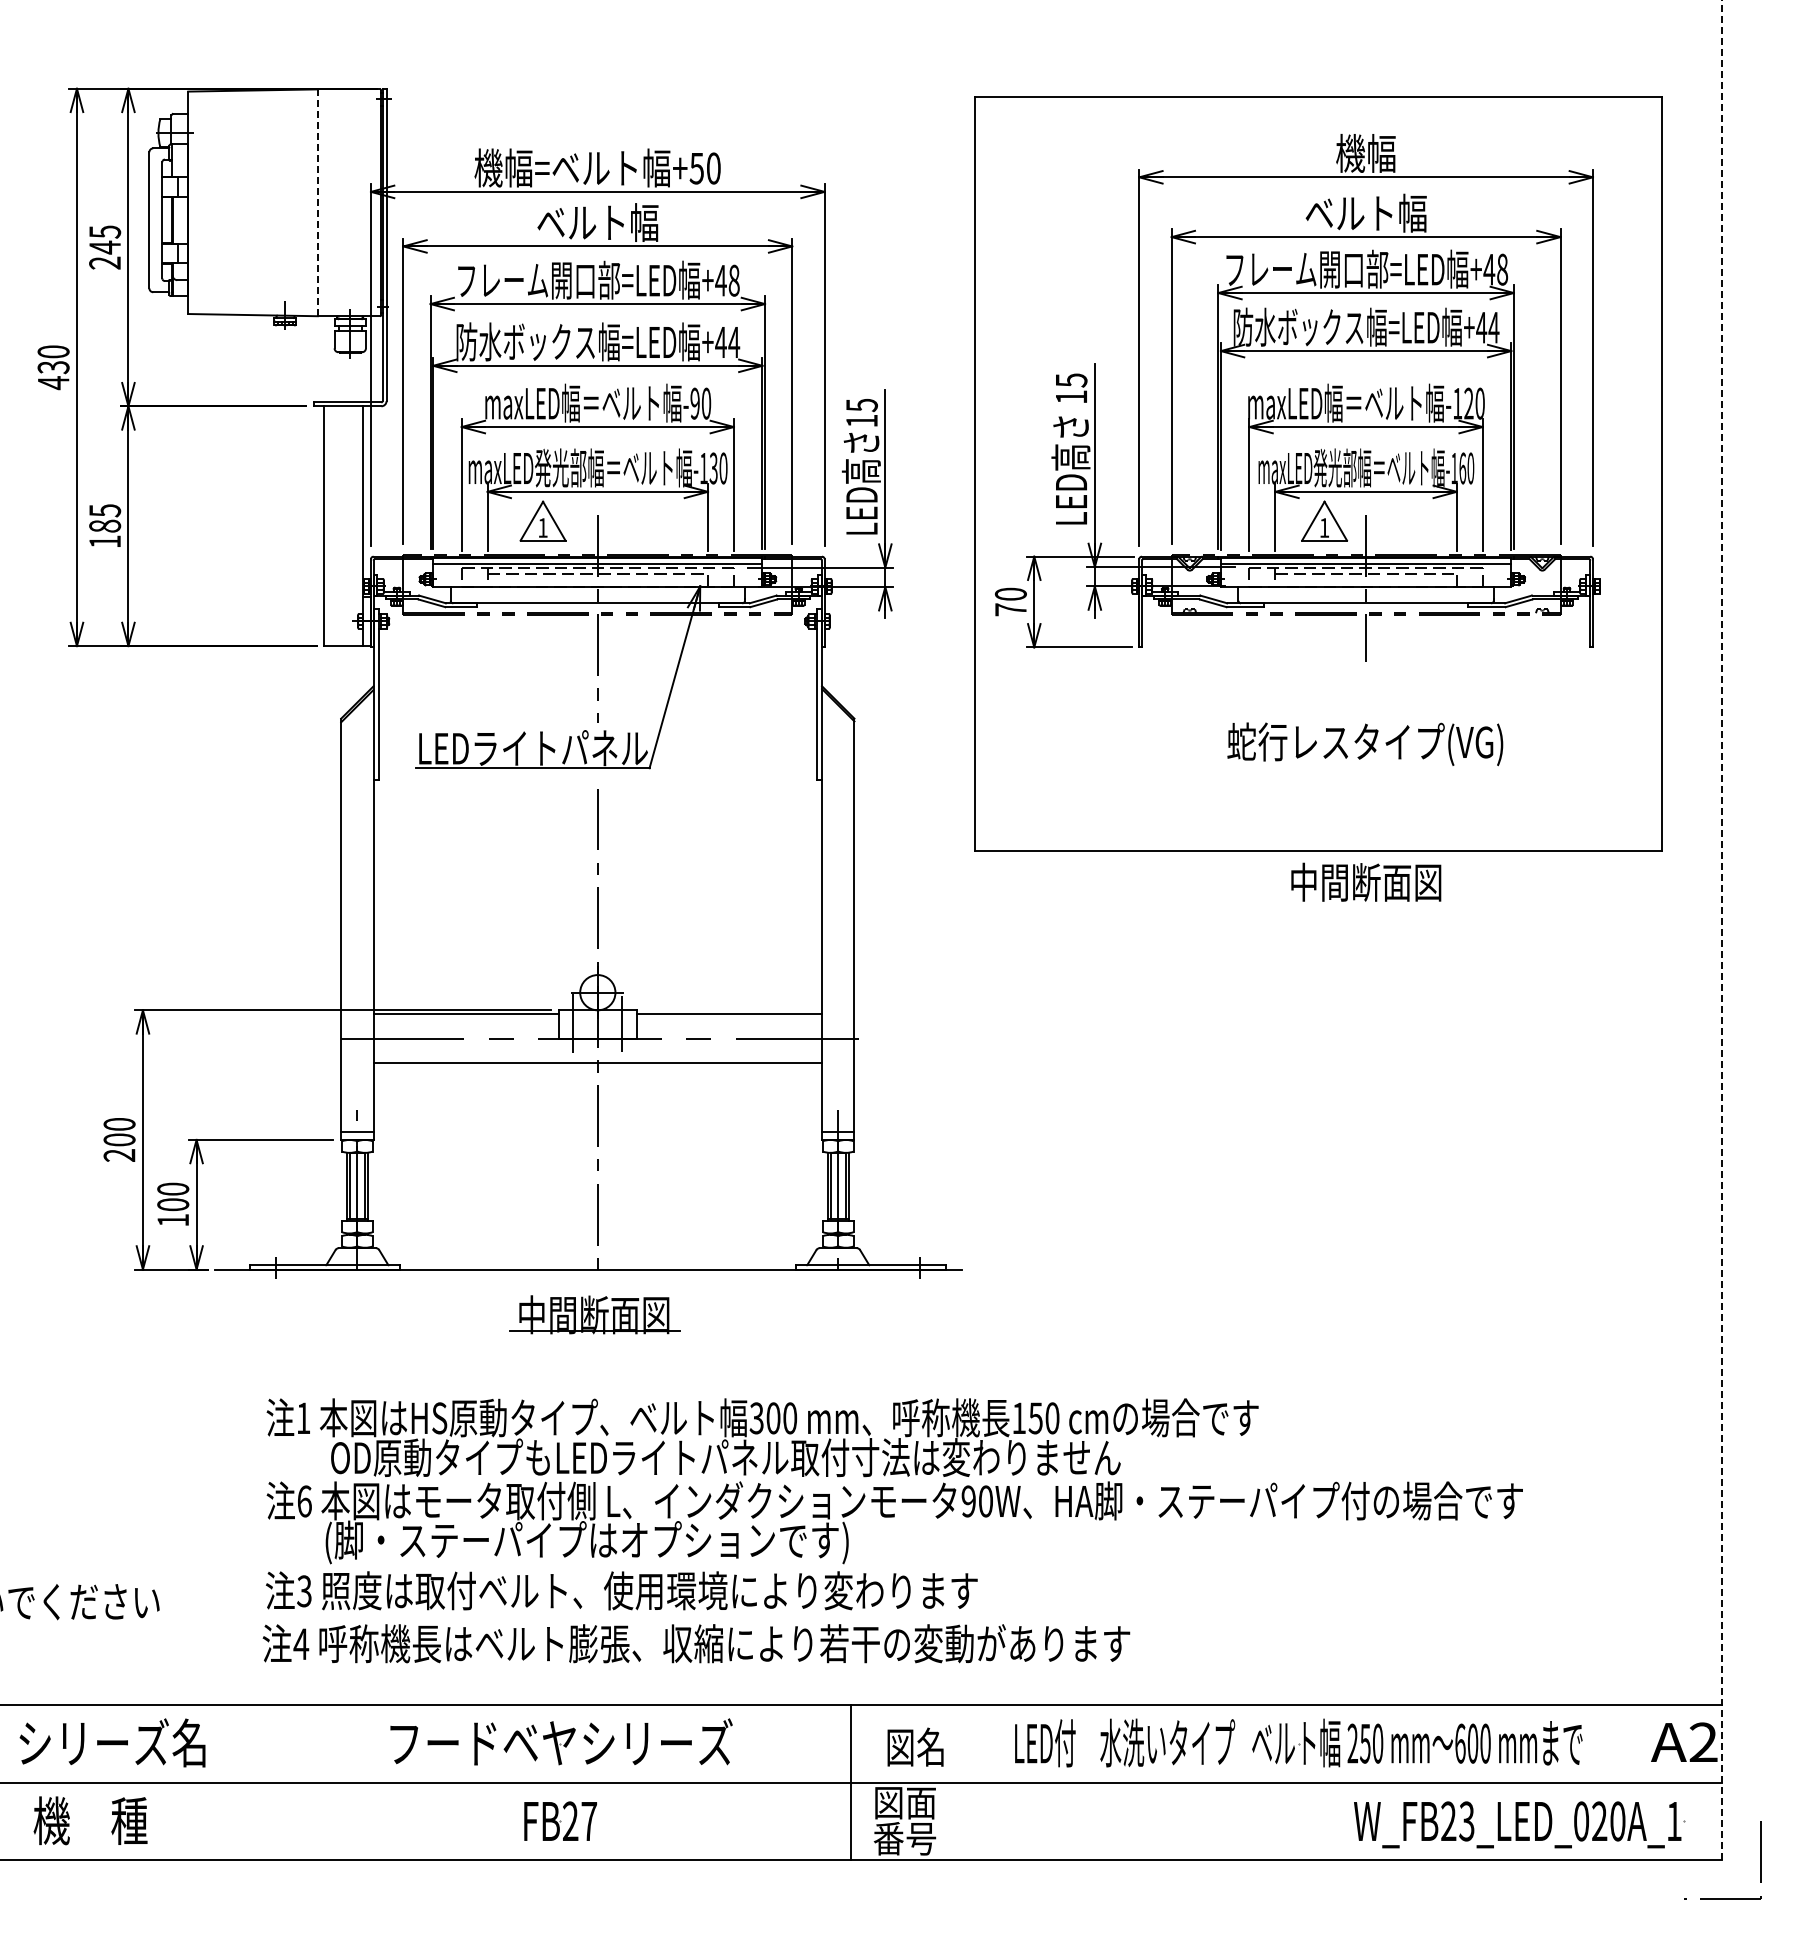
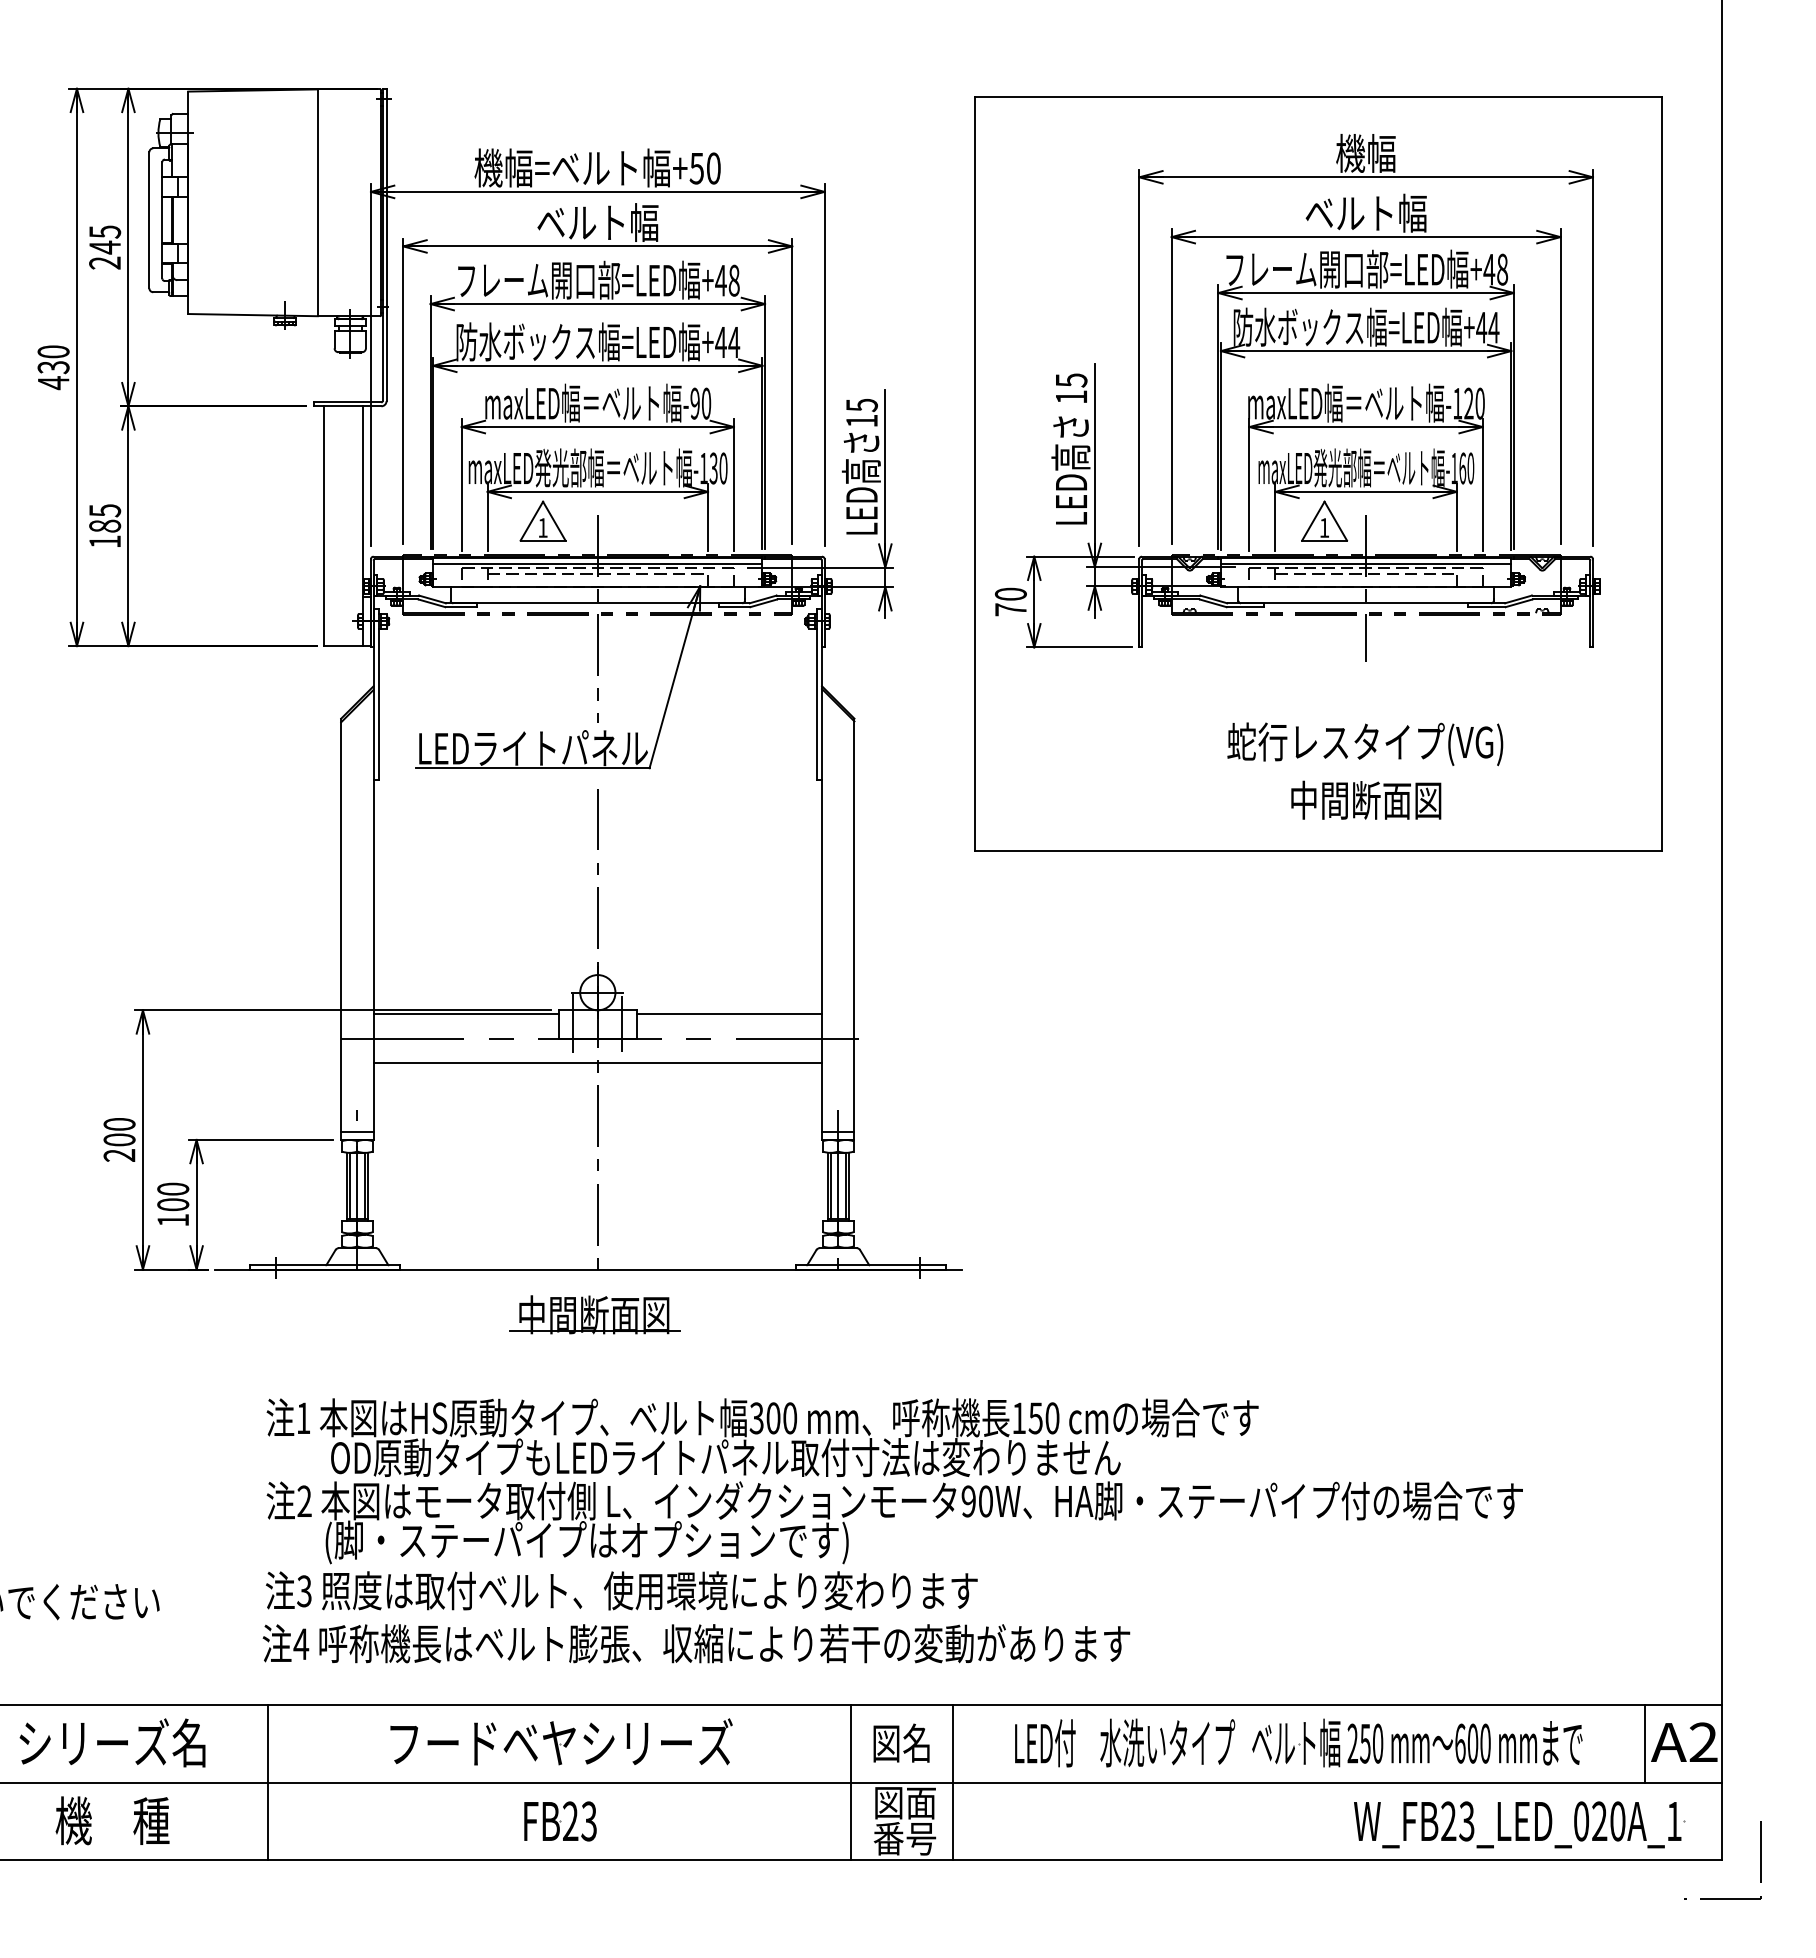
line at (317, 203): dashed -> solid
text at (1366, 881) position: (1366, 881) -> (1366, 799)
line at (1722, 930): dashed -> solid
text at (304, 1501): 6 -> 2
line at (1644, 1743): none -> present
text at (915, 1746) position: (915, 1746) -> (901, 1742)
line at (268, 1782): none -> present
line at (952, 1782): none -> present
text at (90, 1820) position: (90, 1820) -> (112, 1820)
text at (589, 1821): FB27 -> FB23
